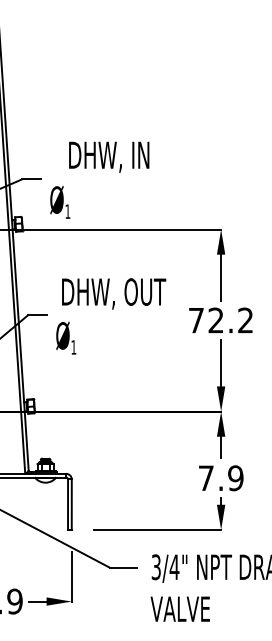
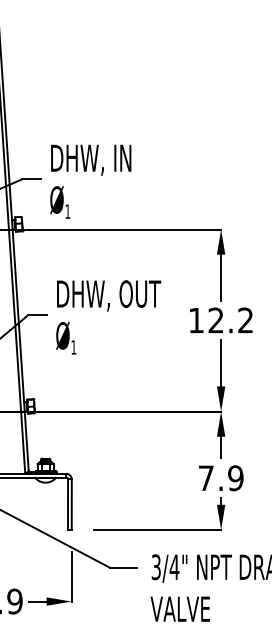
text at (109, 156) position: (109, 156) -> (91, 159)
text at (114, 293) position: (114, 293) -> (109, 295)
text at (196, 320): 72.2 -> 12.2
